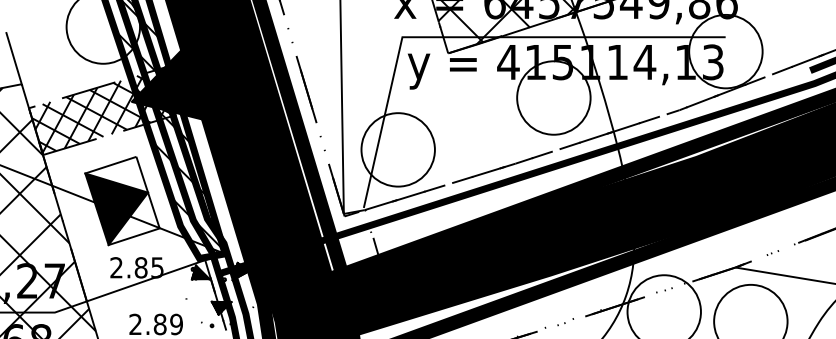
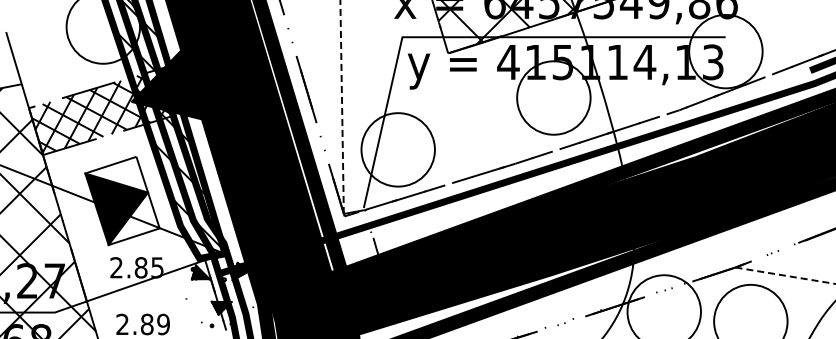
line at (342, 107): solid -> dashed
line at (785, 275): solid -> dashed
text at (155, 324) position: (155, 324) -> (142, 324)
